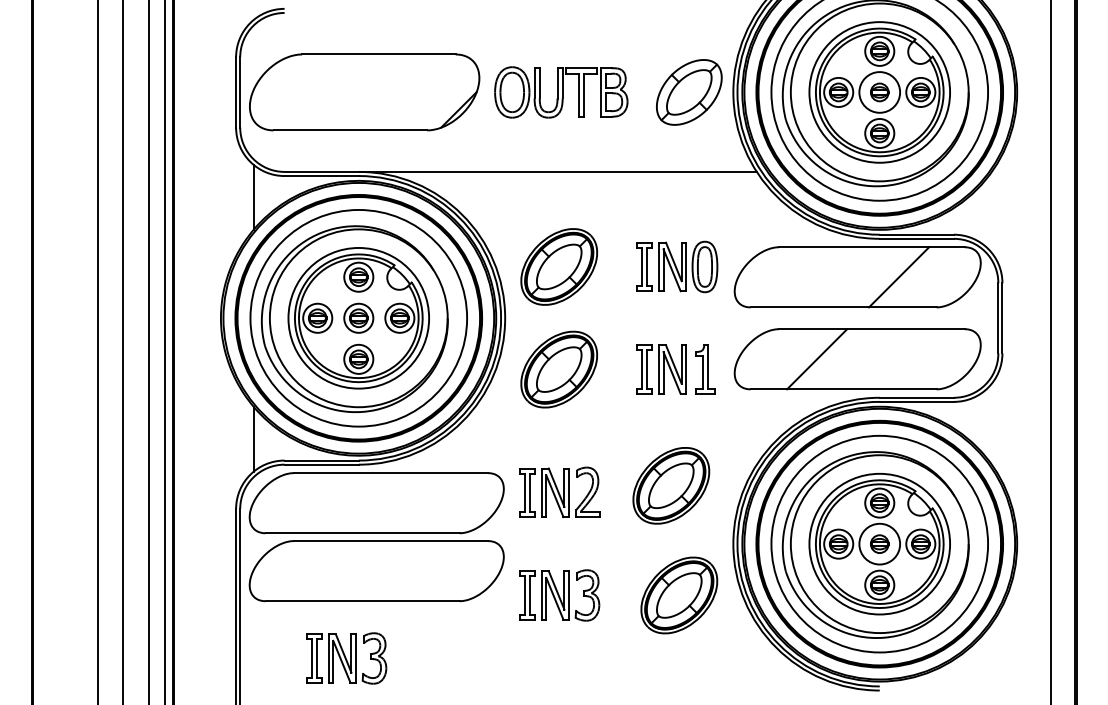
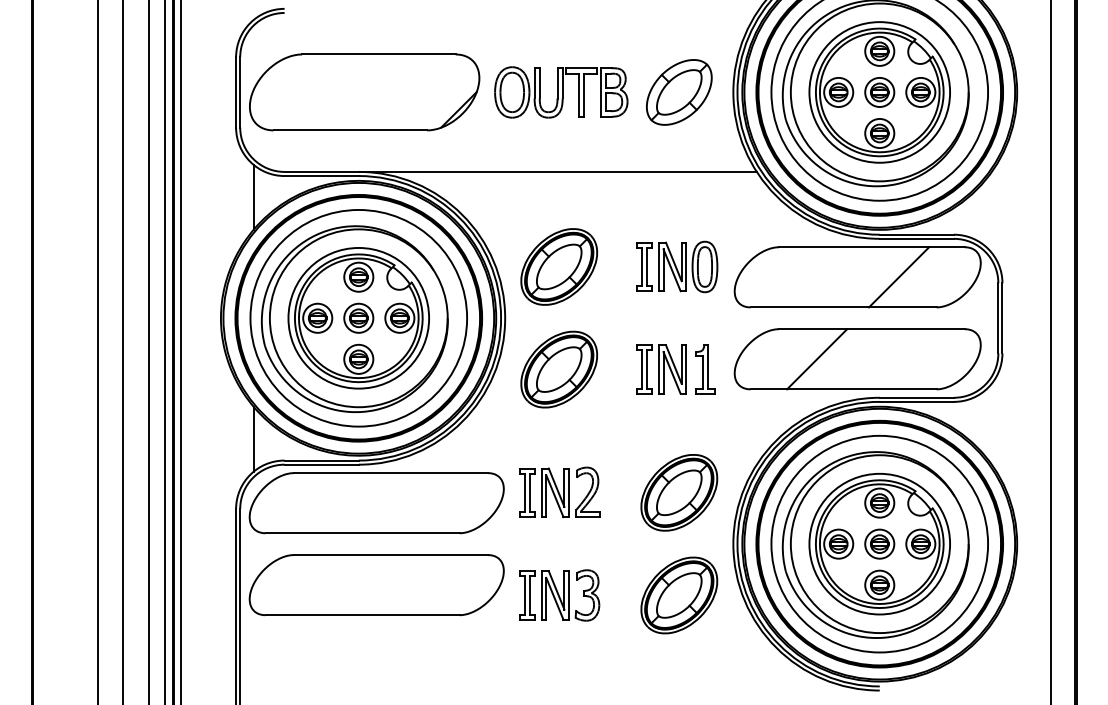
part at (689, 92) position: (689, 92) -> (679, 92)
circle at (879, 92) diameter: 41 px -> 29 px
line at (181, 351): none -> present
part at (671, 485) position: (671, 485) -> (679, 492)
circle at (879, 543) diameter: 41 px -> 29 px
part at (376, 571) position: (376, 571) -> (376, 585)
part at (346, 658): present -> none
